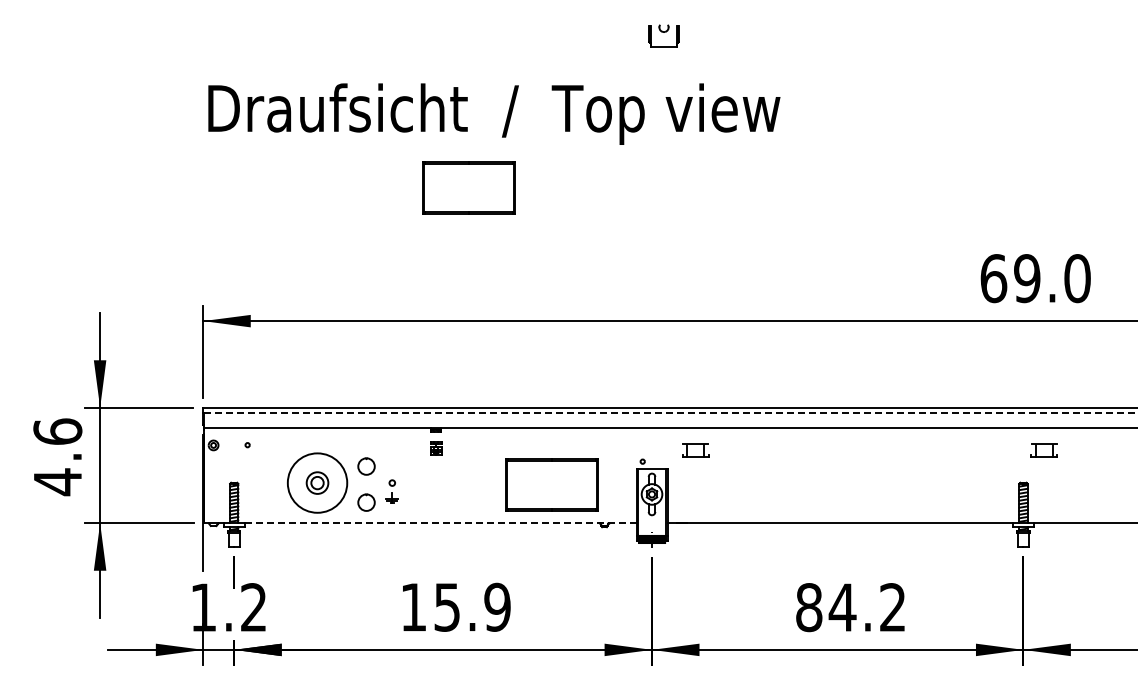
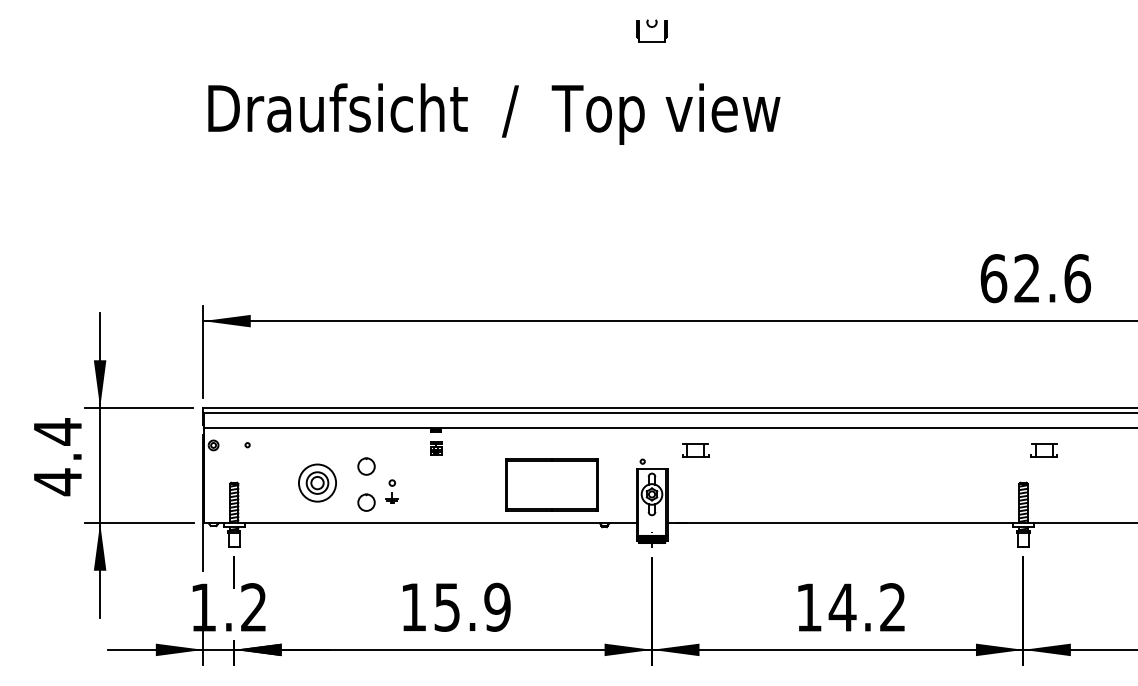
part at (663, 35) position: (663, 35) -> (651, 30)
part at (468, 187): present -> none
text at (1052, 278): 69.0 -> 62.6
line at (671, 412): dashed -> solid
text at (57, 431): 4.6 -> 4.4
circle at (317, 482) diameter: 59 px -> 37 px
line at (440, 523): dashed -> solid
text at (809, 607): 84.2 -> 14.2
